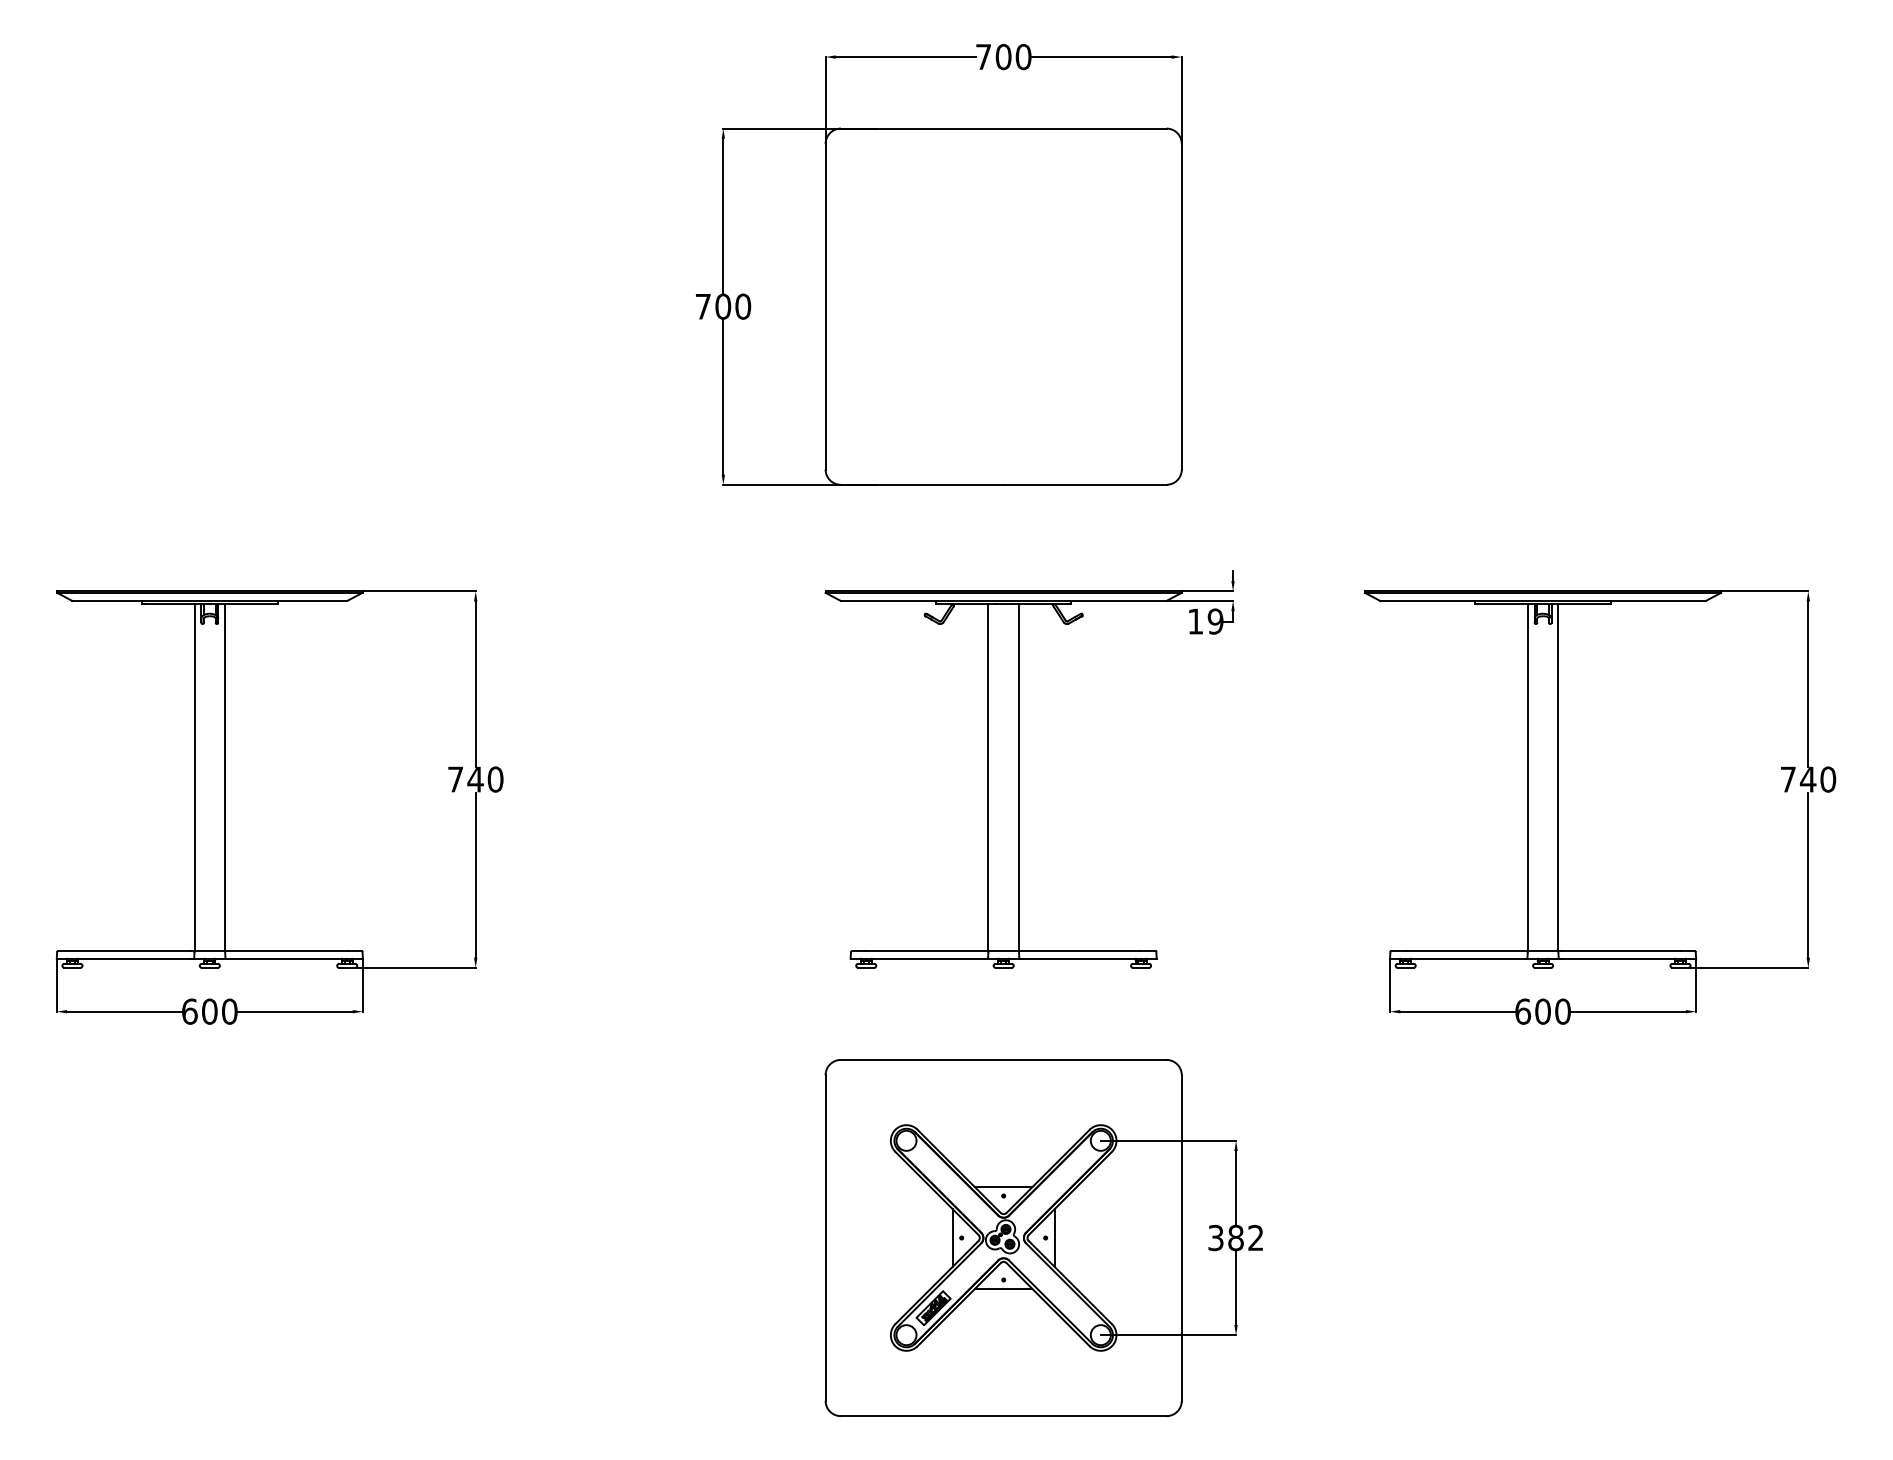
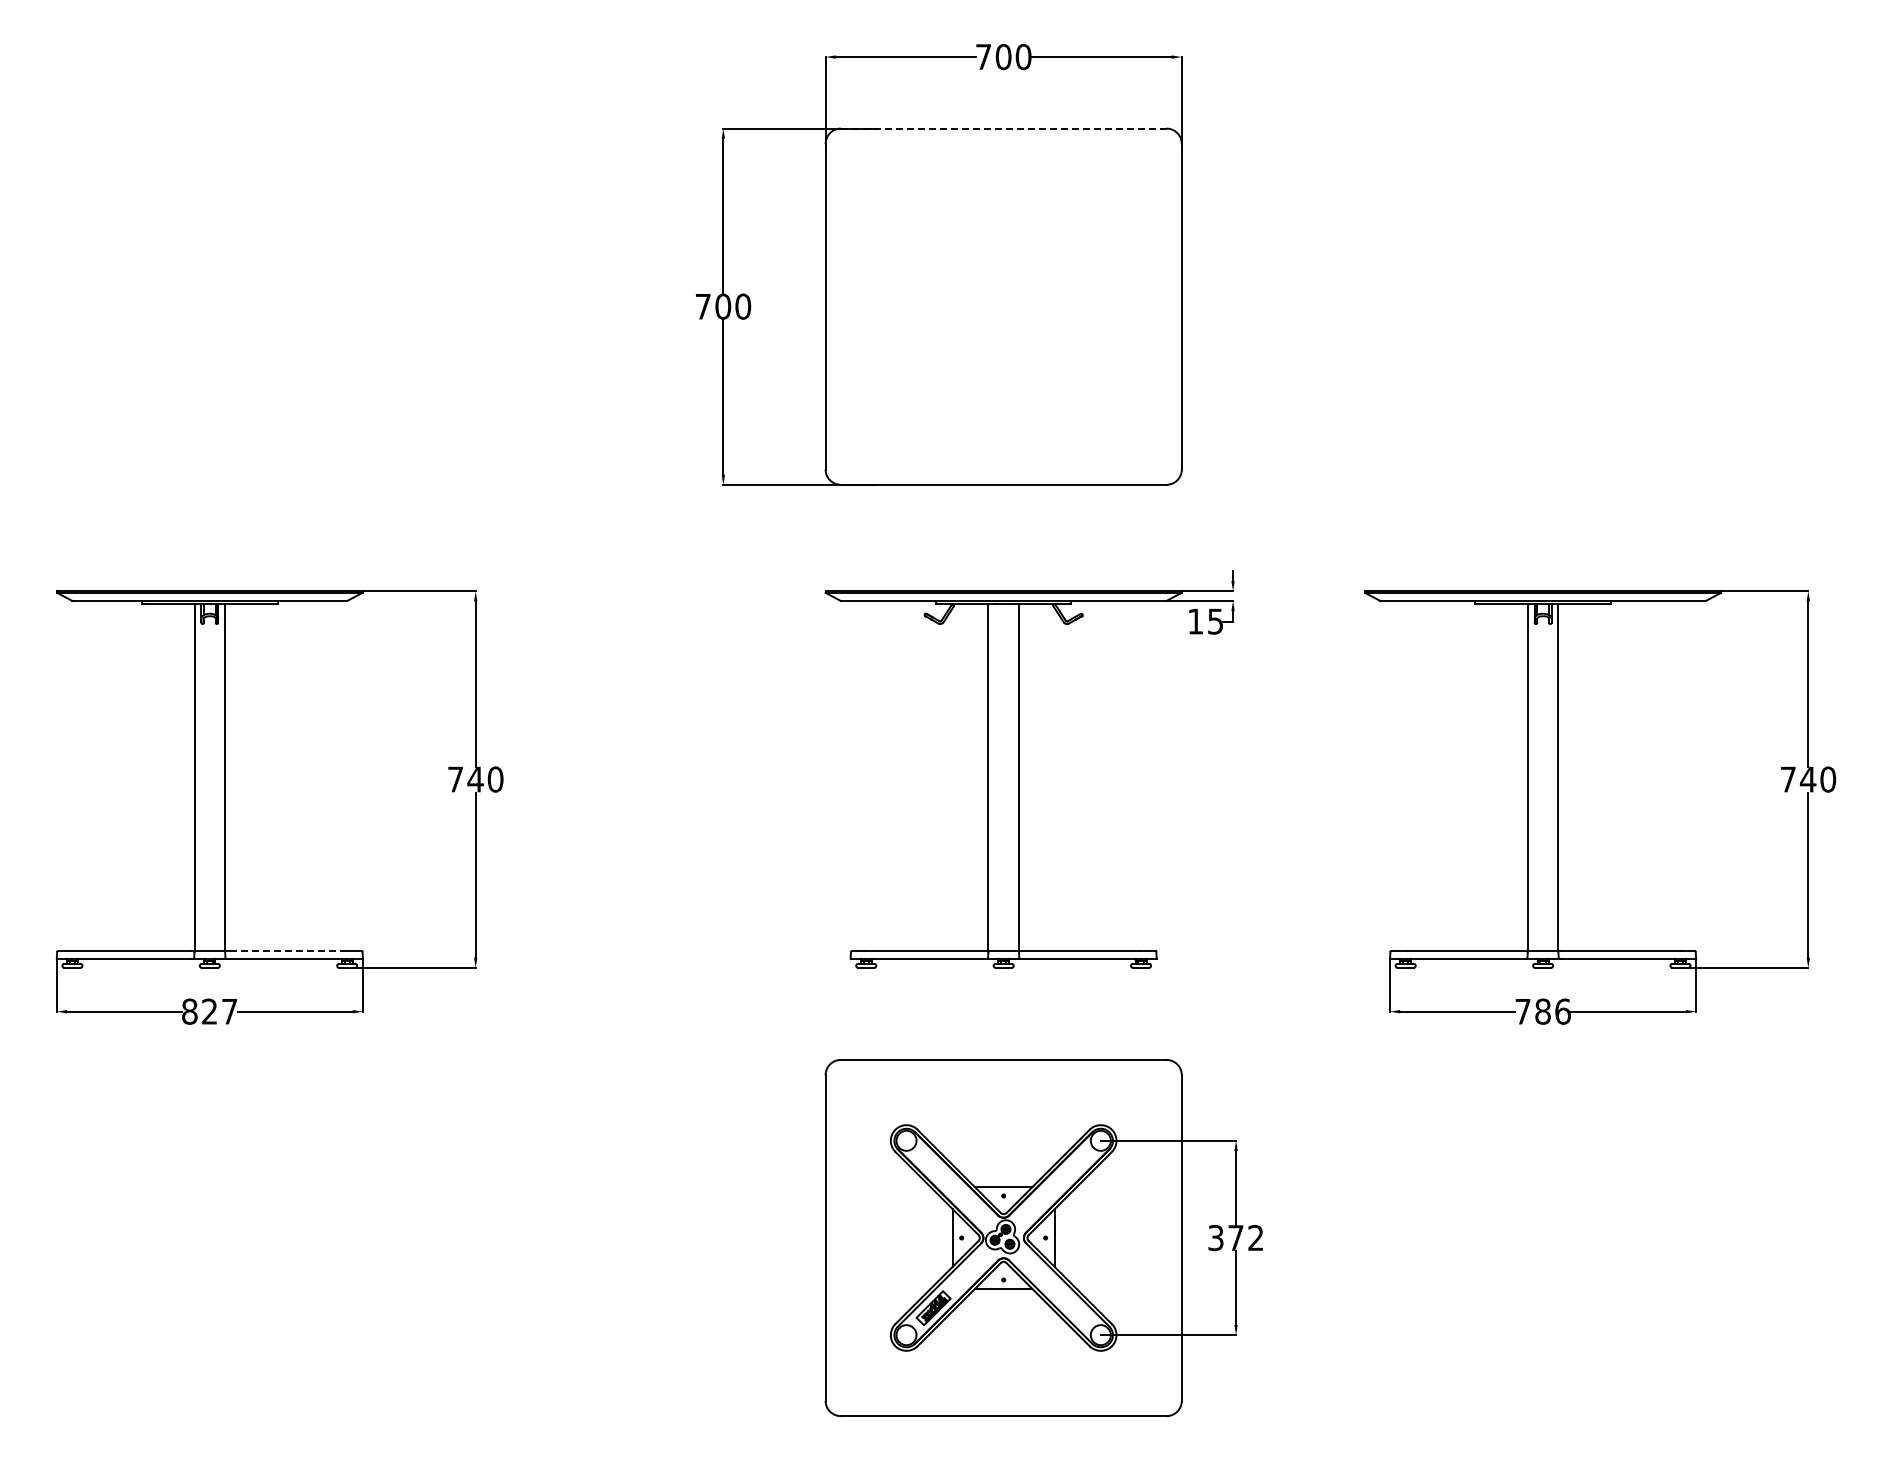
line at (1003, 128): solid -> dashed
text at (1215, 621): 19 -> 15
line at (287, 951): solid -> dashed
text at (209, 1011): 600 -> 827
text at (1542, 1011): 600 -> 786
text at (1235, 1238): 382 -> 372
